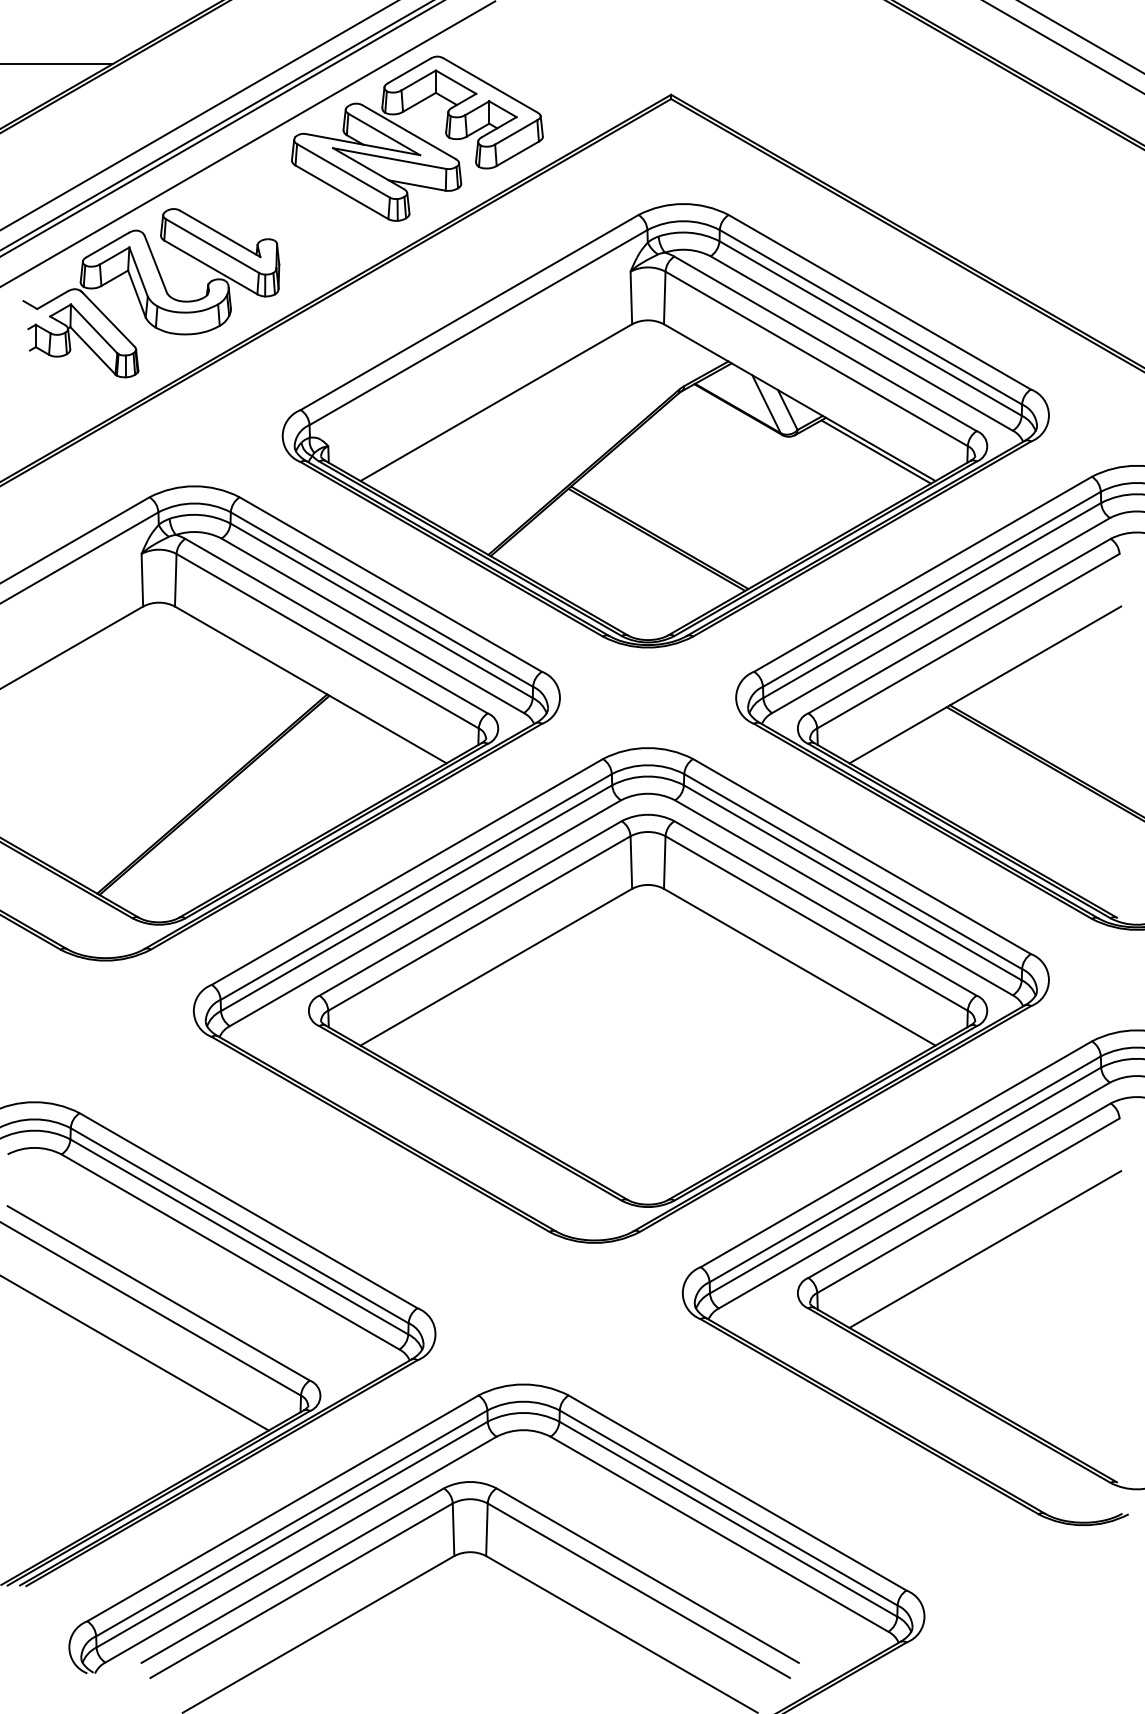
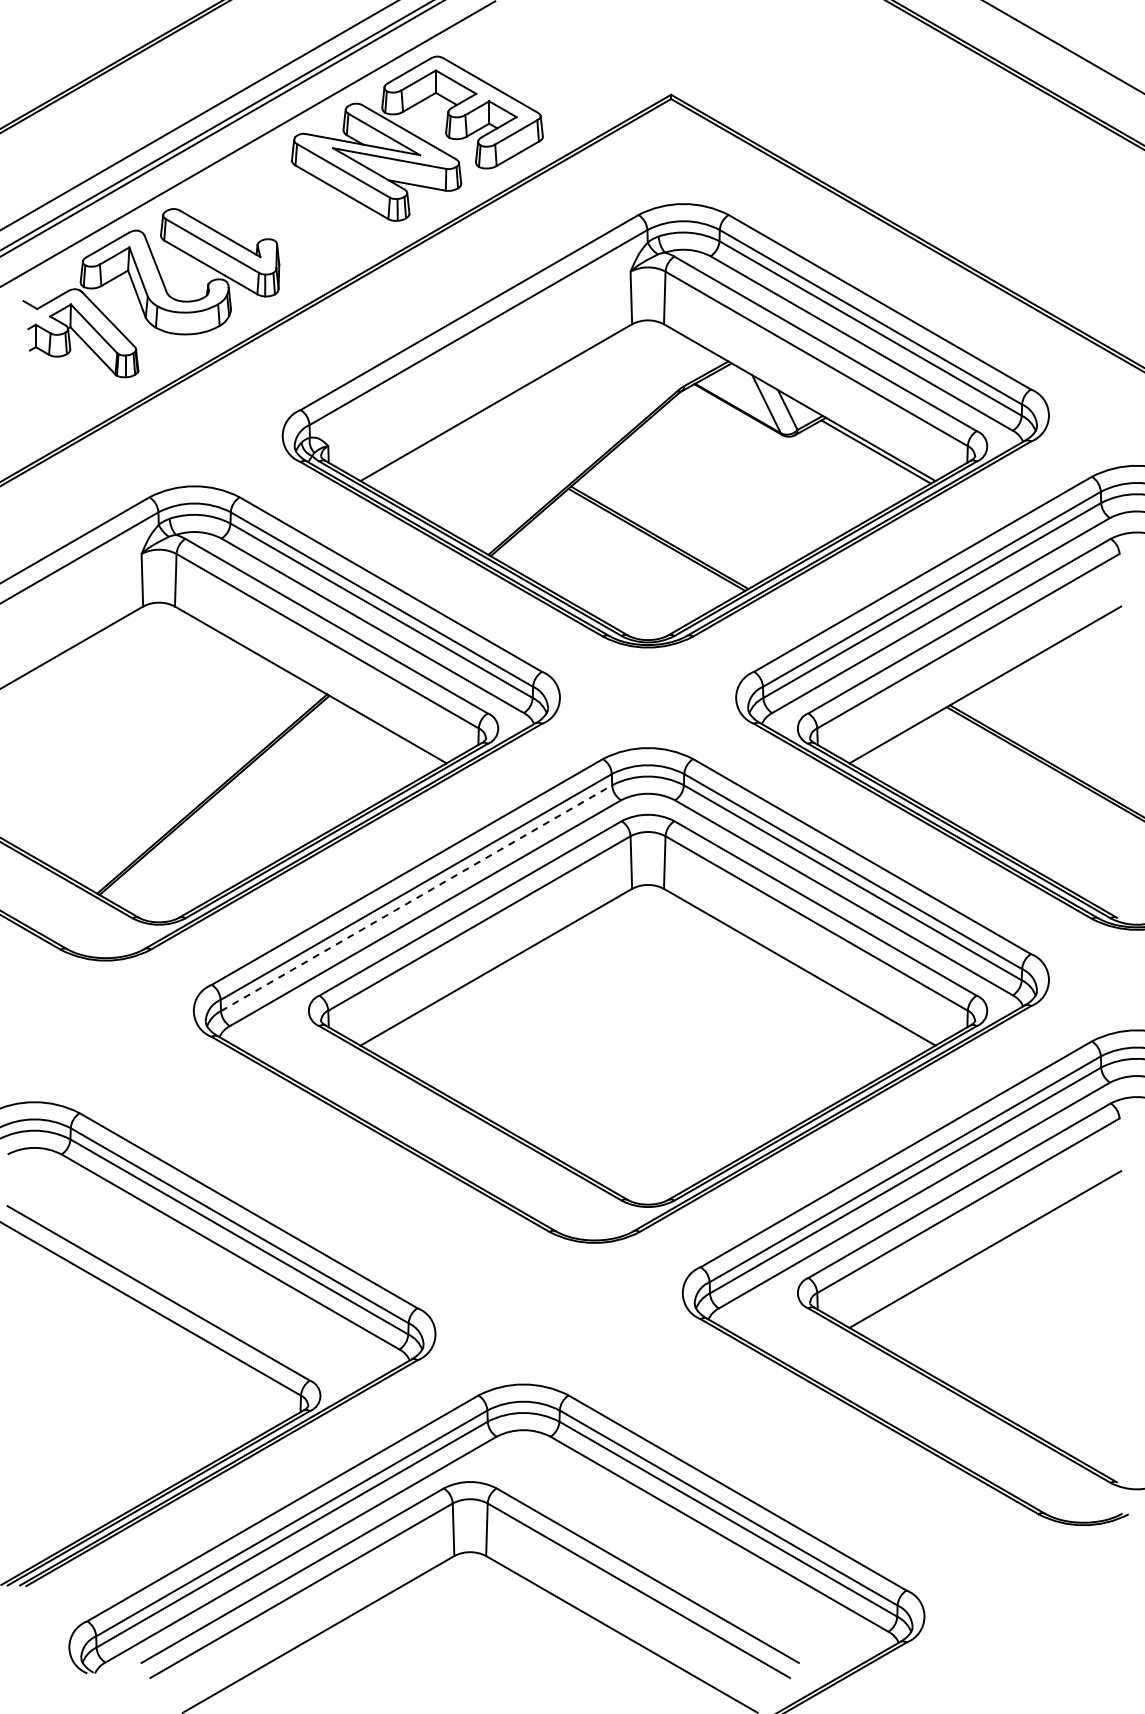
line at (1080, 36): present -> none
line at (57, 63): present -> none
line at (416, 898): solid -> dashed
line at (135, 1353): present -> none
